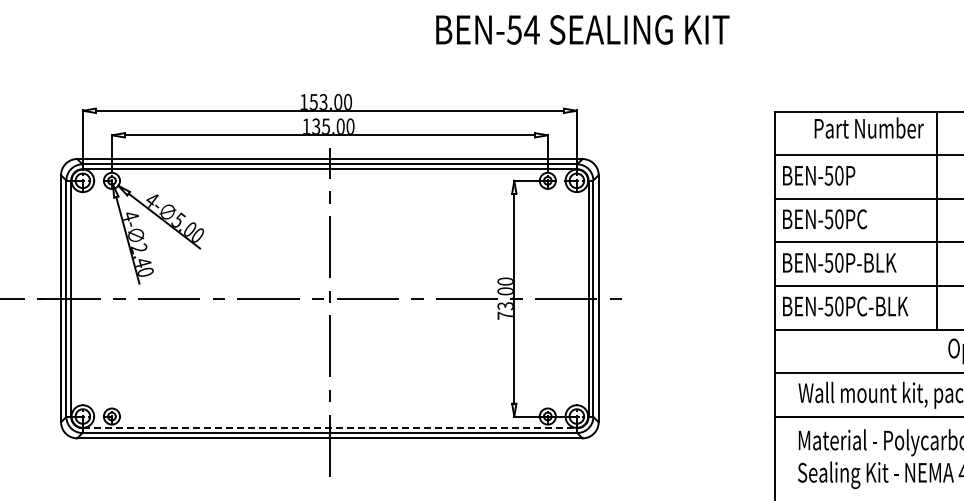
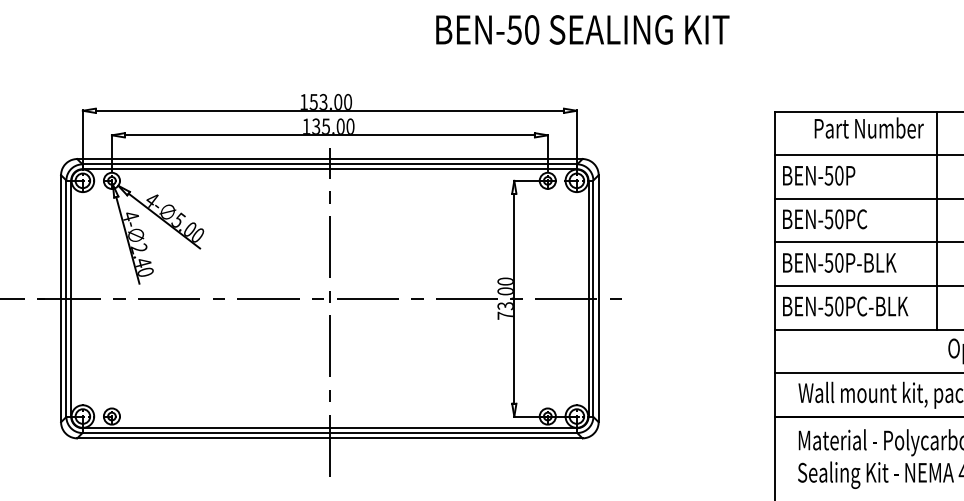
text at (531, 29): BEN-54 -> BEN-50
line at (330, 428): dashed -> solid
